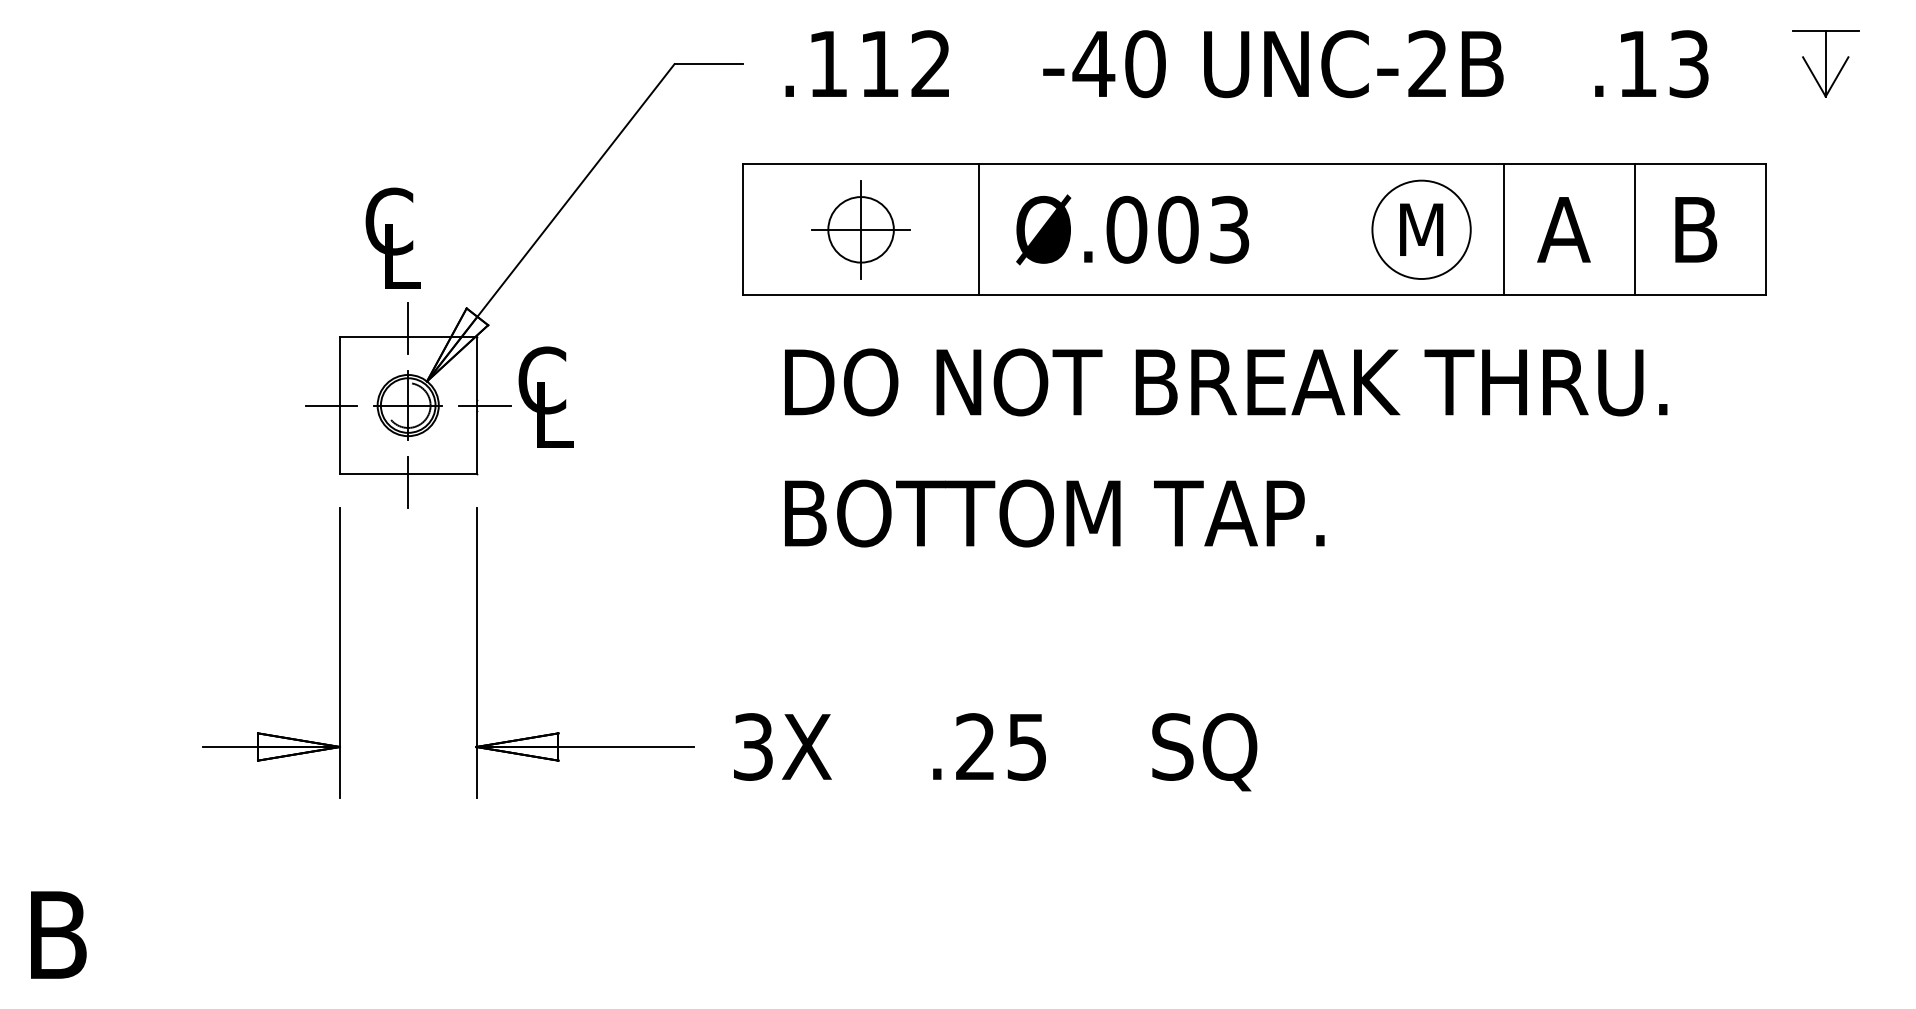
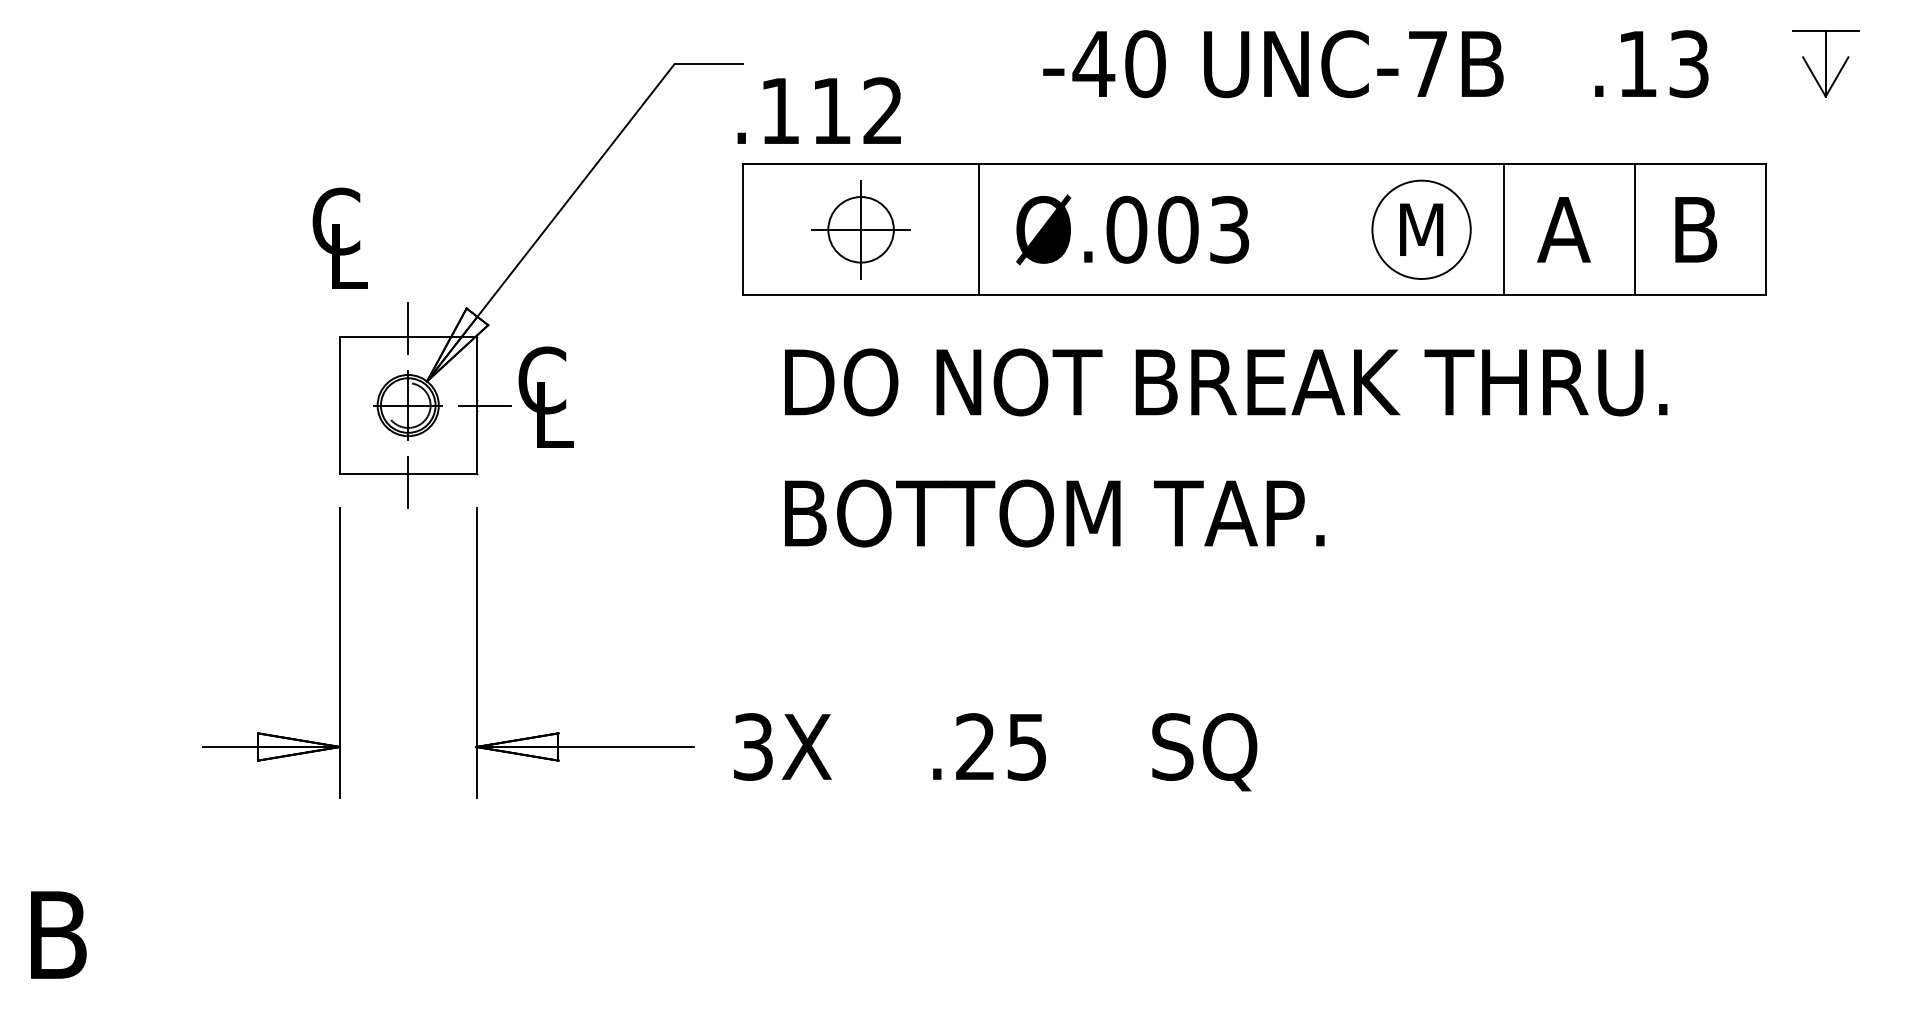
text at (866, 63) position: (866, 63) -> (818, 110)
text at (1427, 63): UNC-2B -> UNC-7B
text at (392, 237) position: (392, 237) -> (339, 237)
line at (330, 405): present -> none
